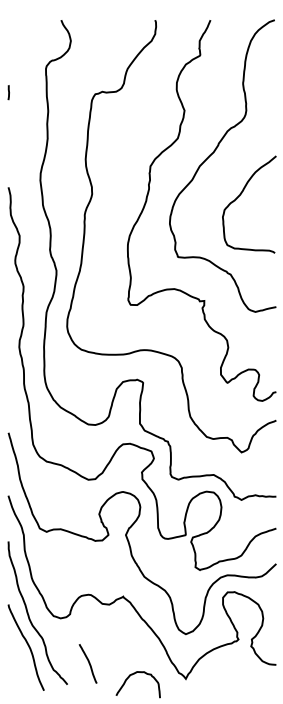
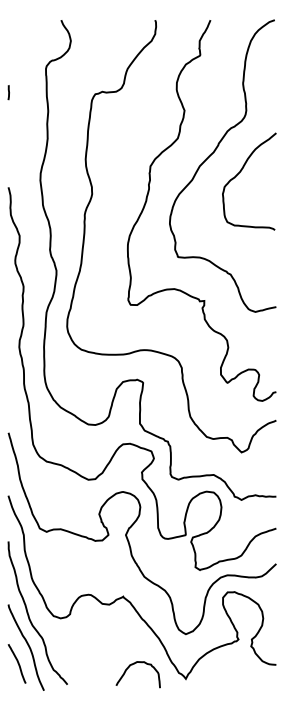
curve at (240, 195) position: (240, 195) -> (240, 172)
curve at (88, 663) position: (88, 663) -> (17, 663)
curve at (132, 675) position: (132, 675) -> (132, 665)
